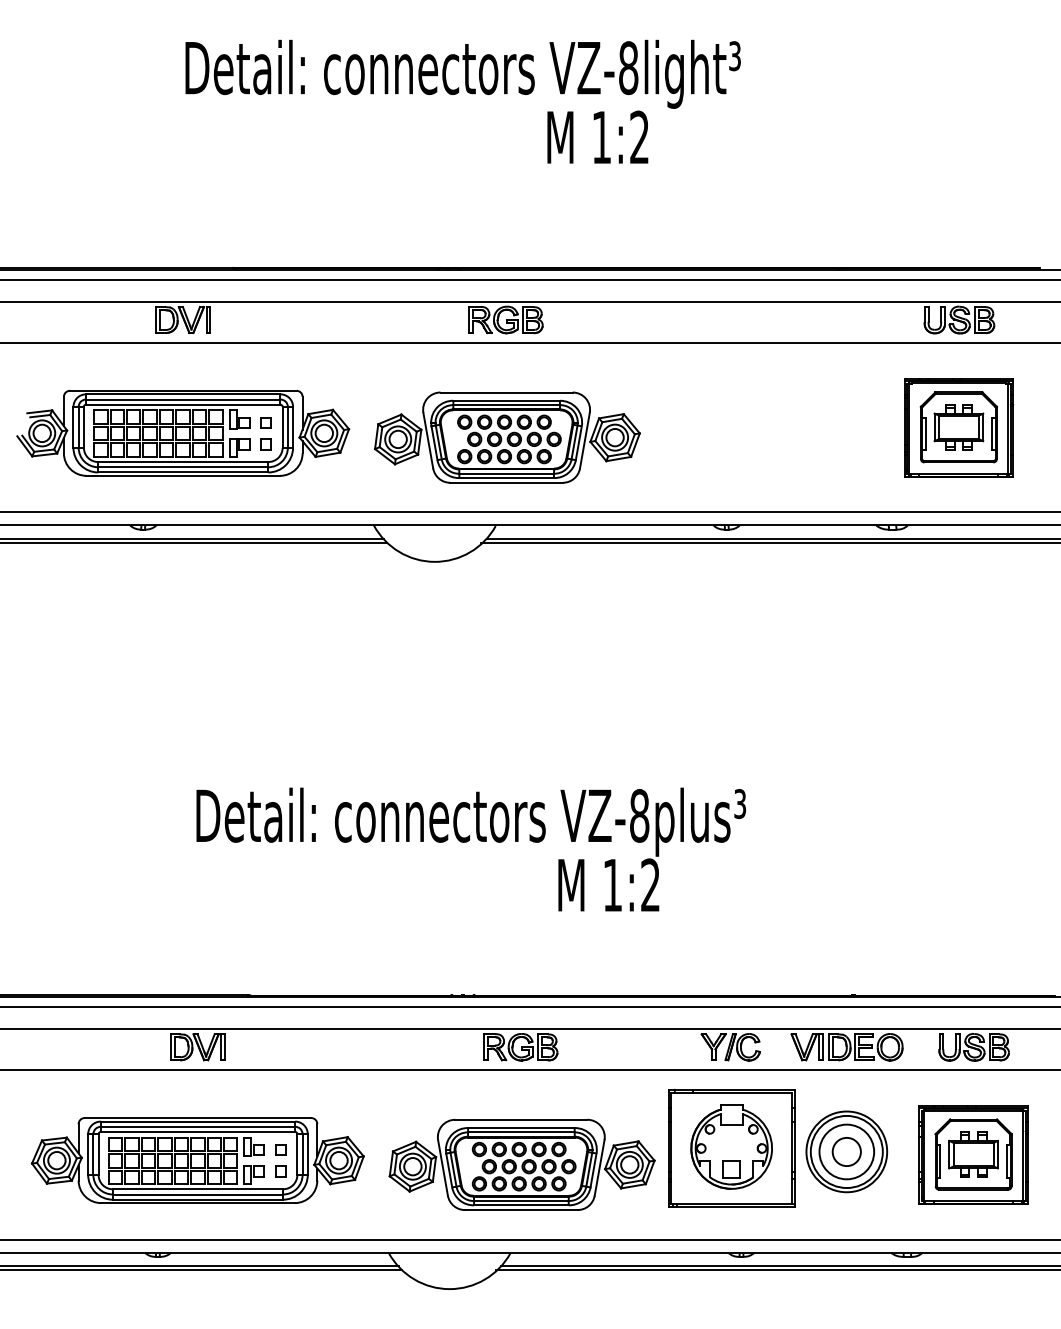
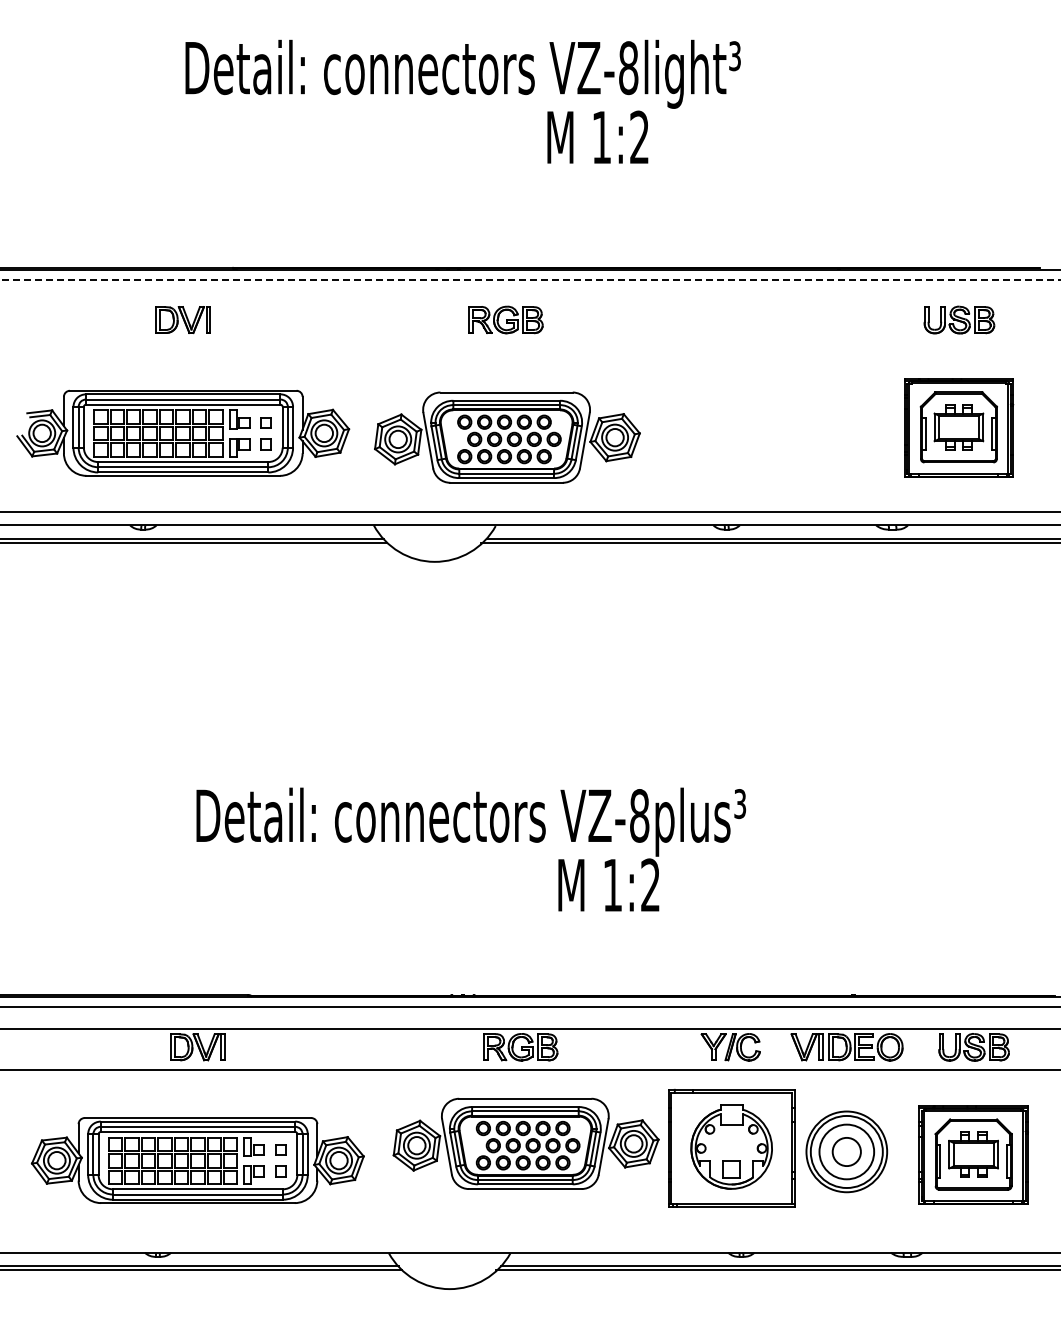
line at (530, 279): solid -> dashed
line at (529, 301): present -> none
line at (529, 343): present -> none
part at (521, 1164) position: (521, 1164) -> (525, 1143)
line at (529, 1239): present -> none
